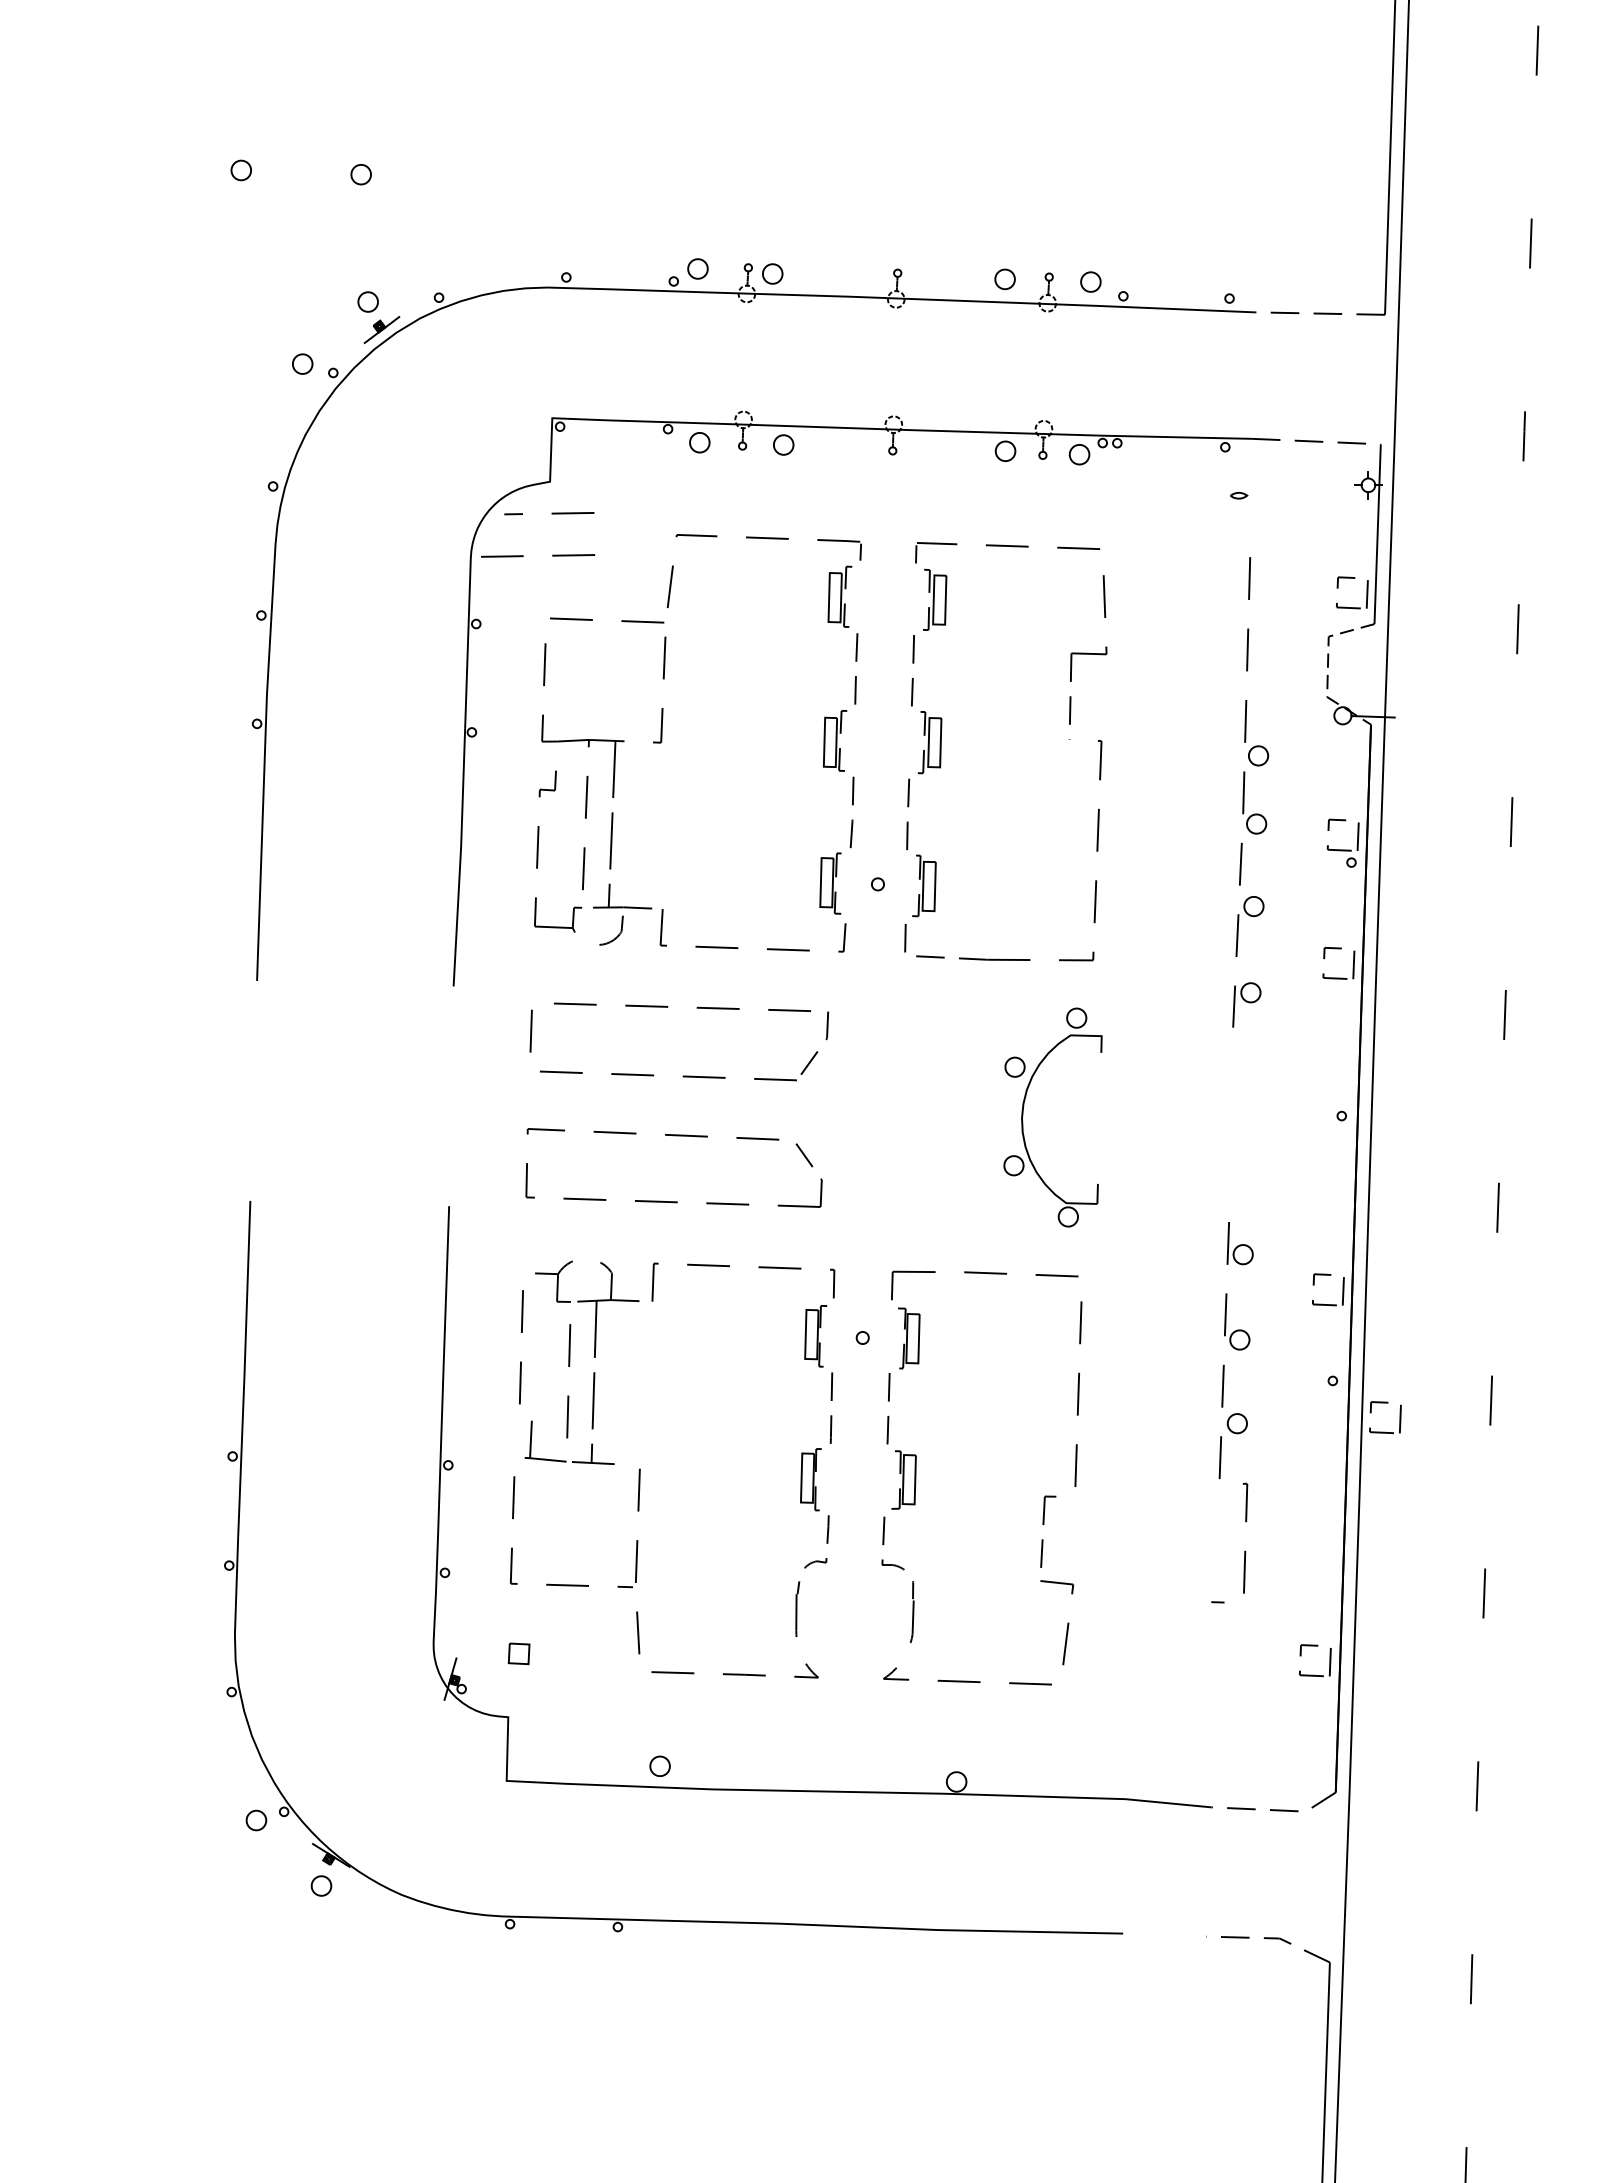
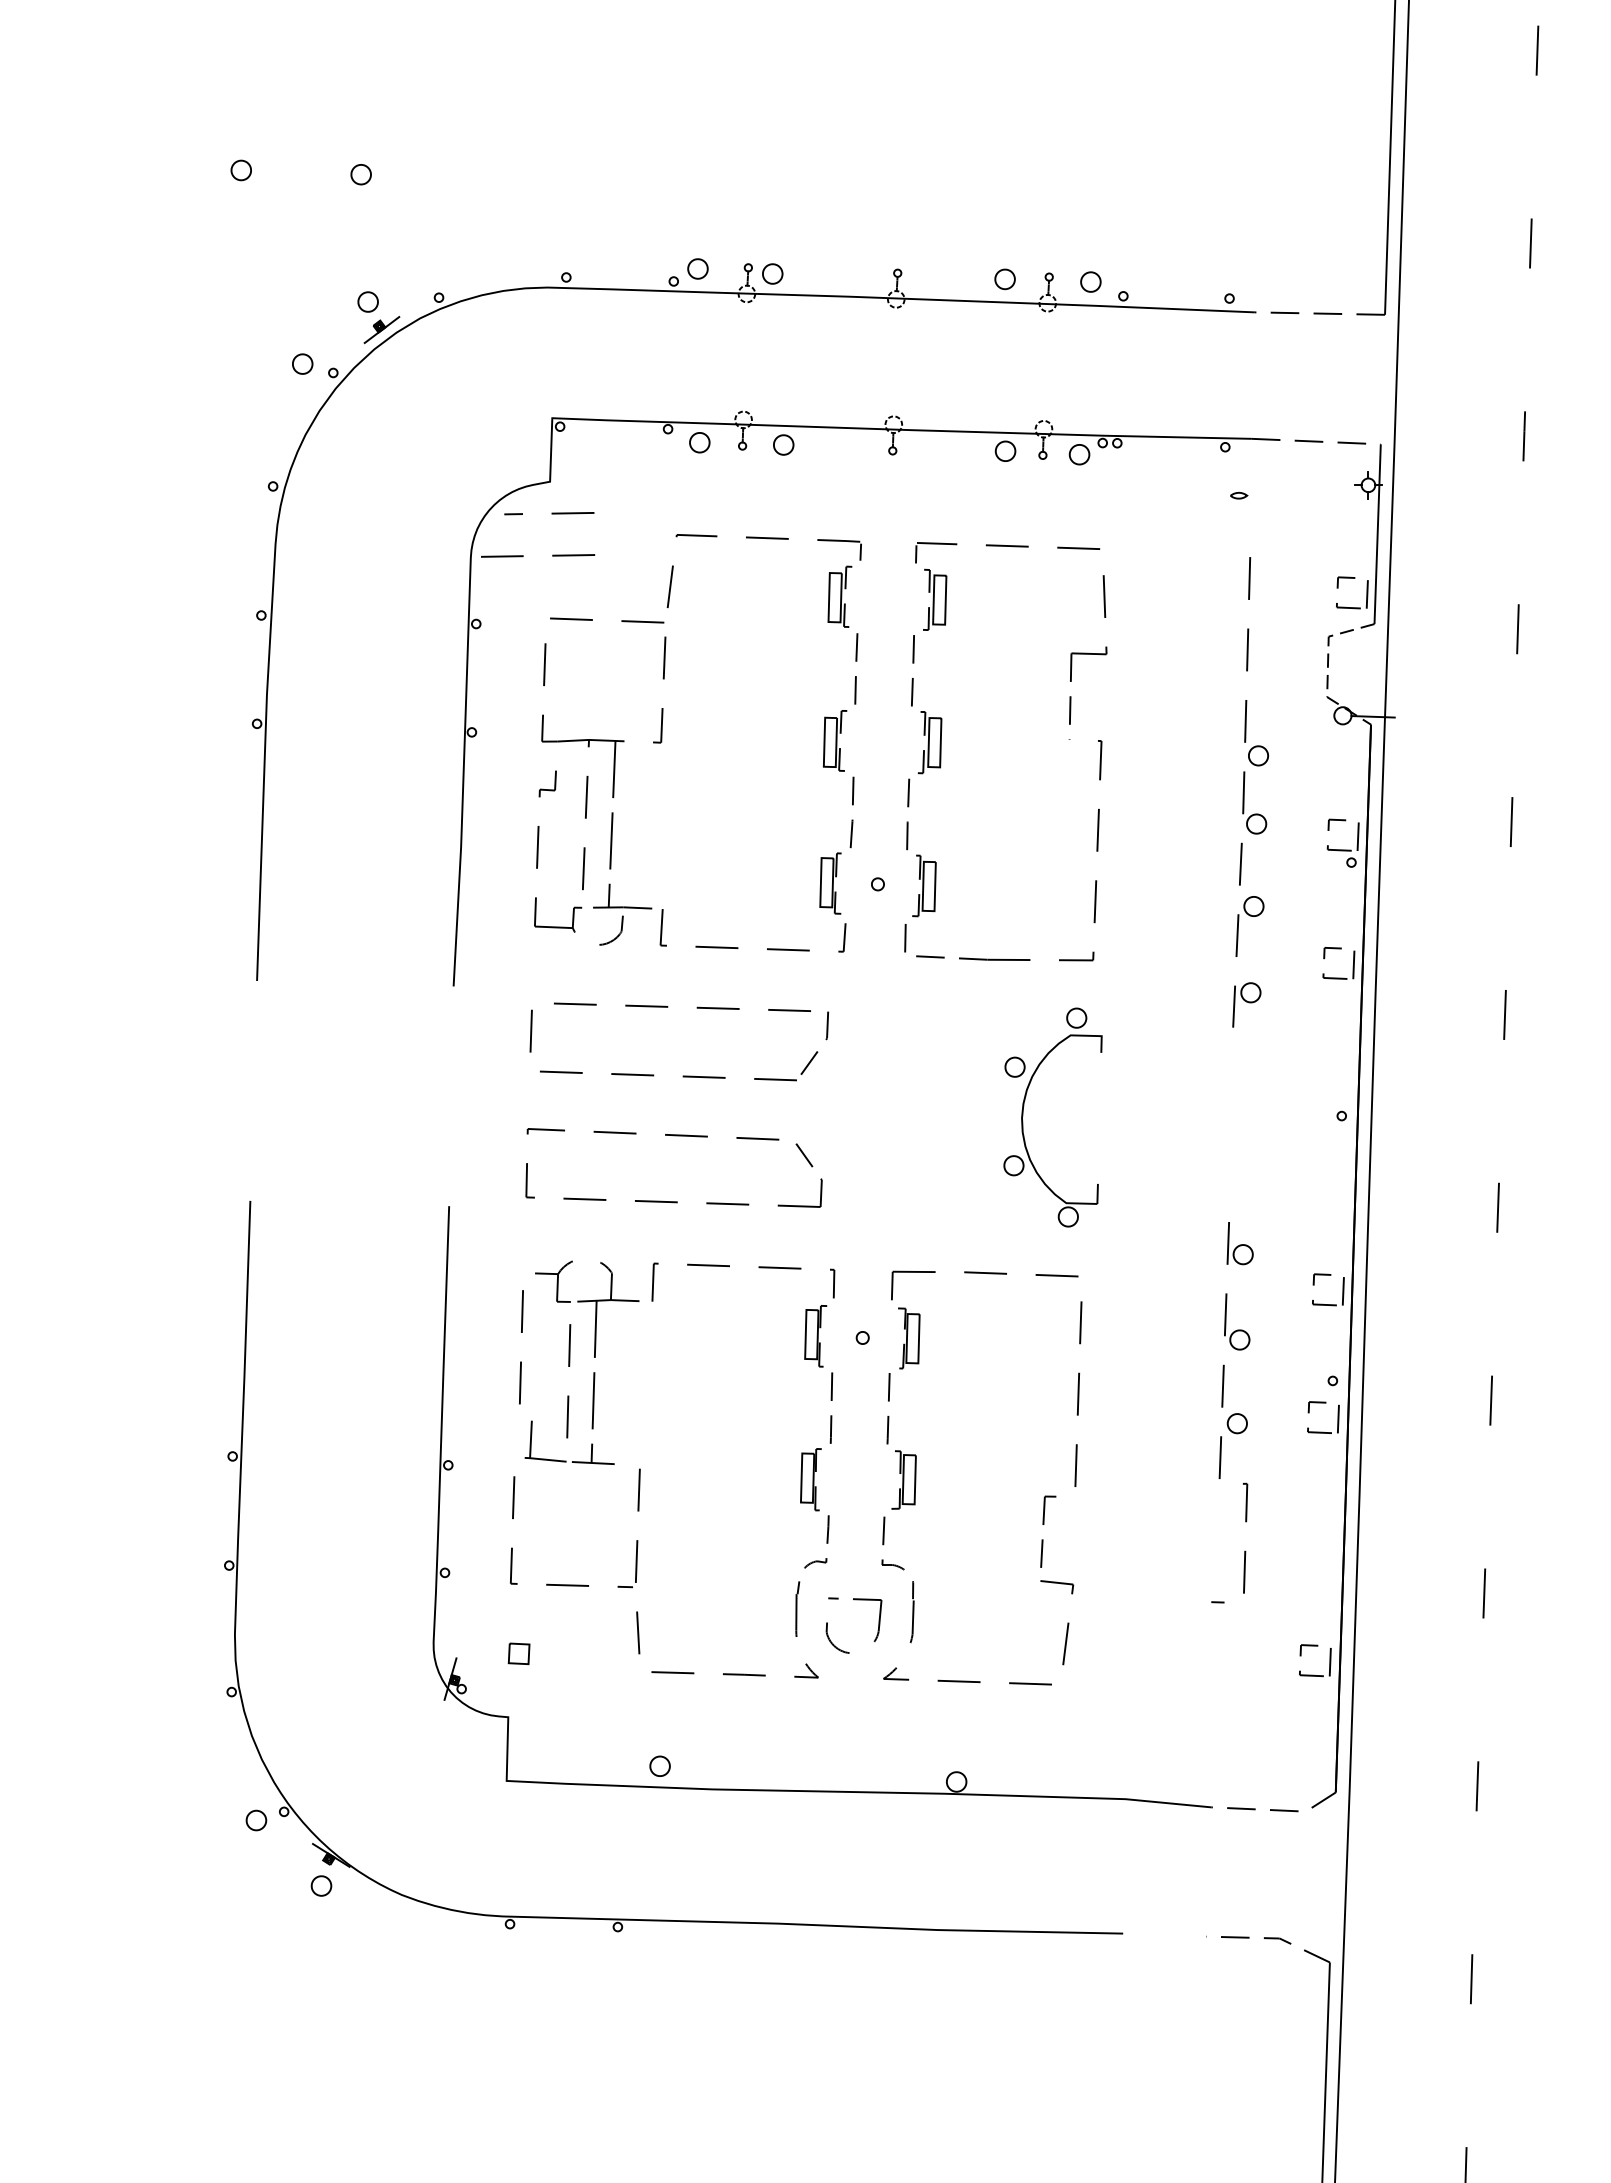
part at (1385, 1403) position: (1385, 1403) -> (1323, 1403)
part at (877, 1630): none -> present
